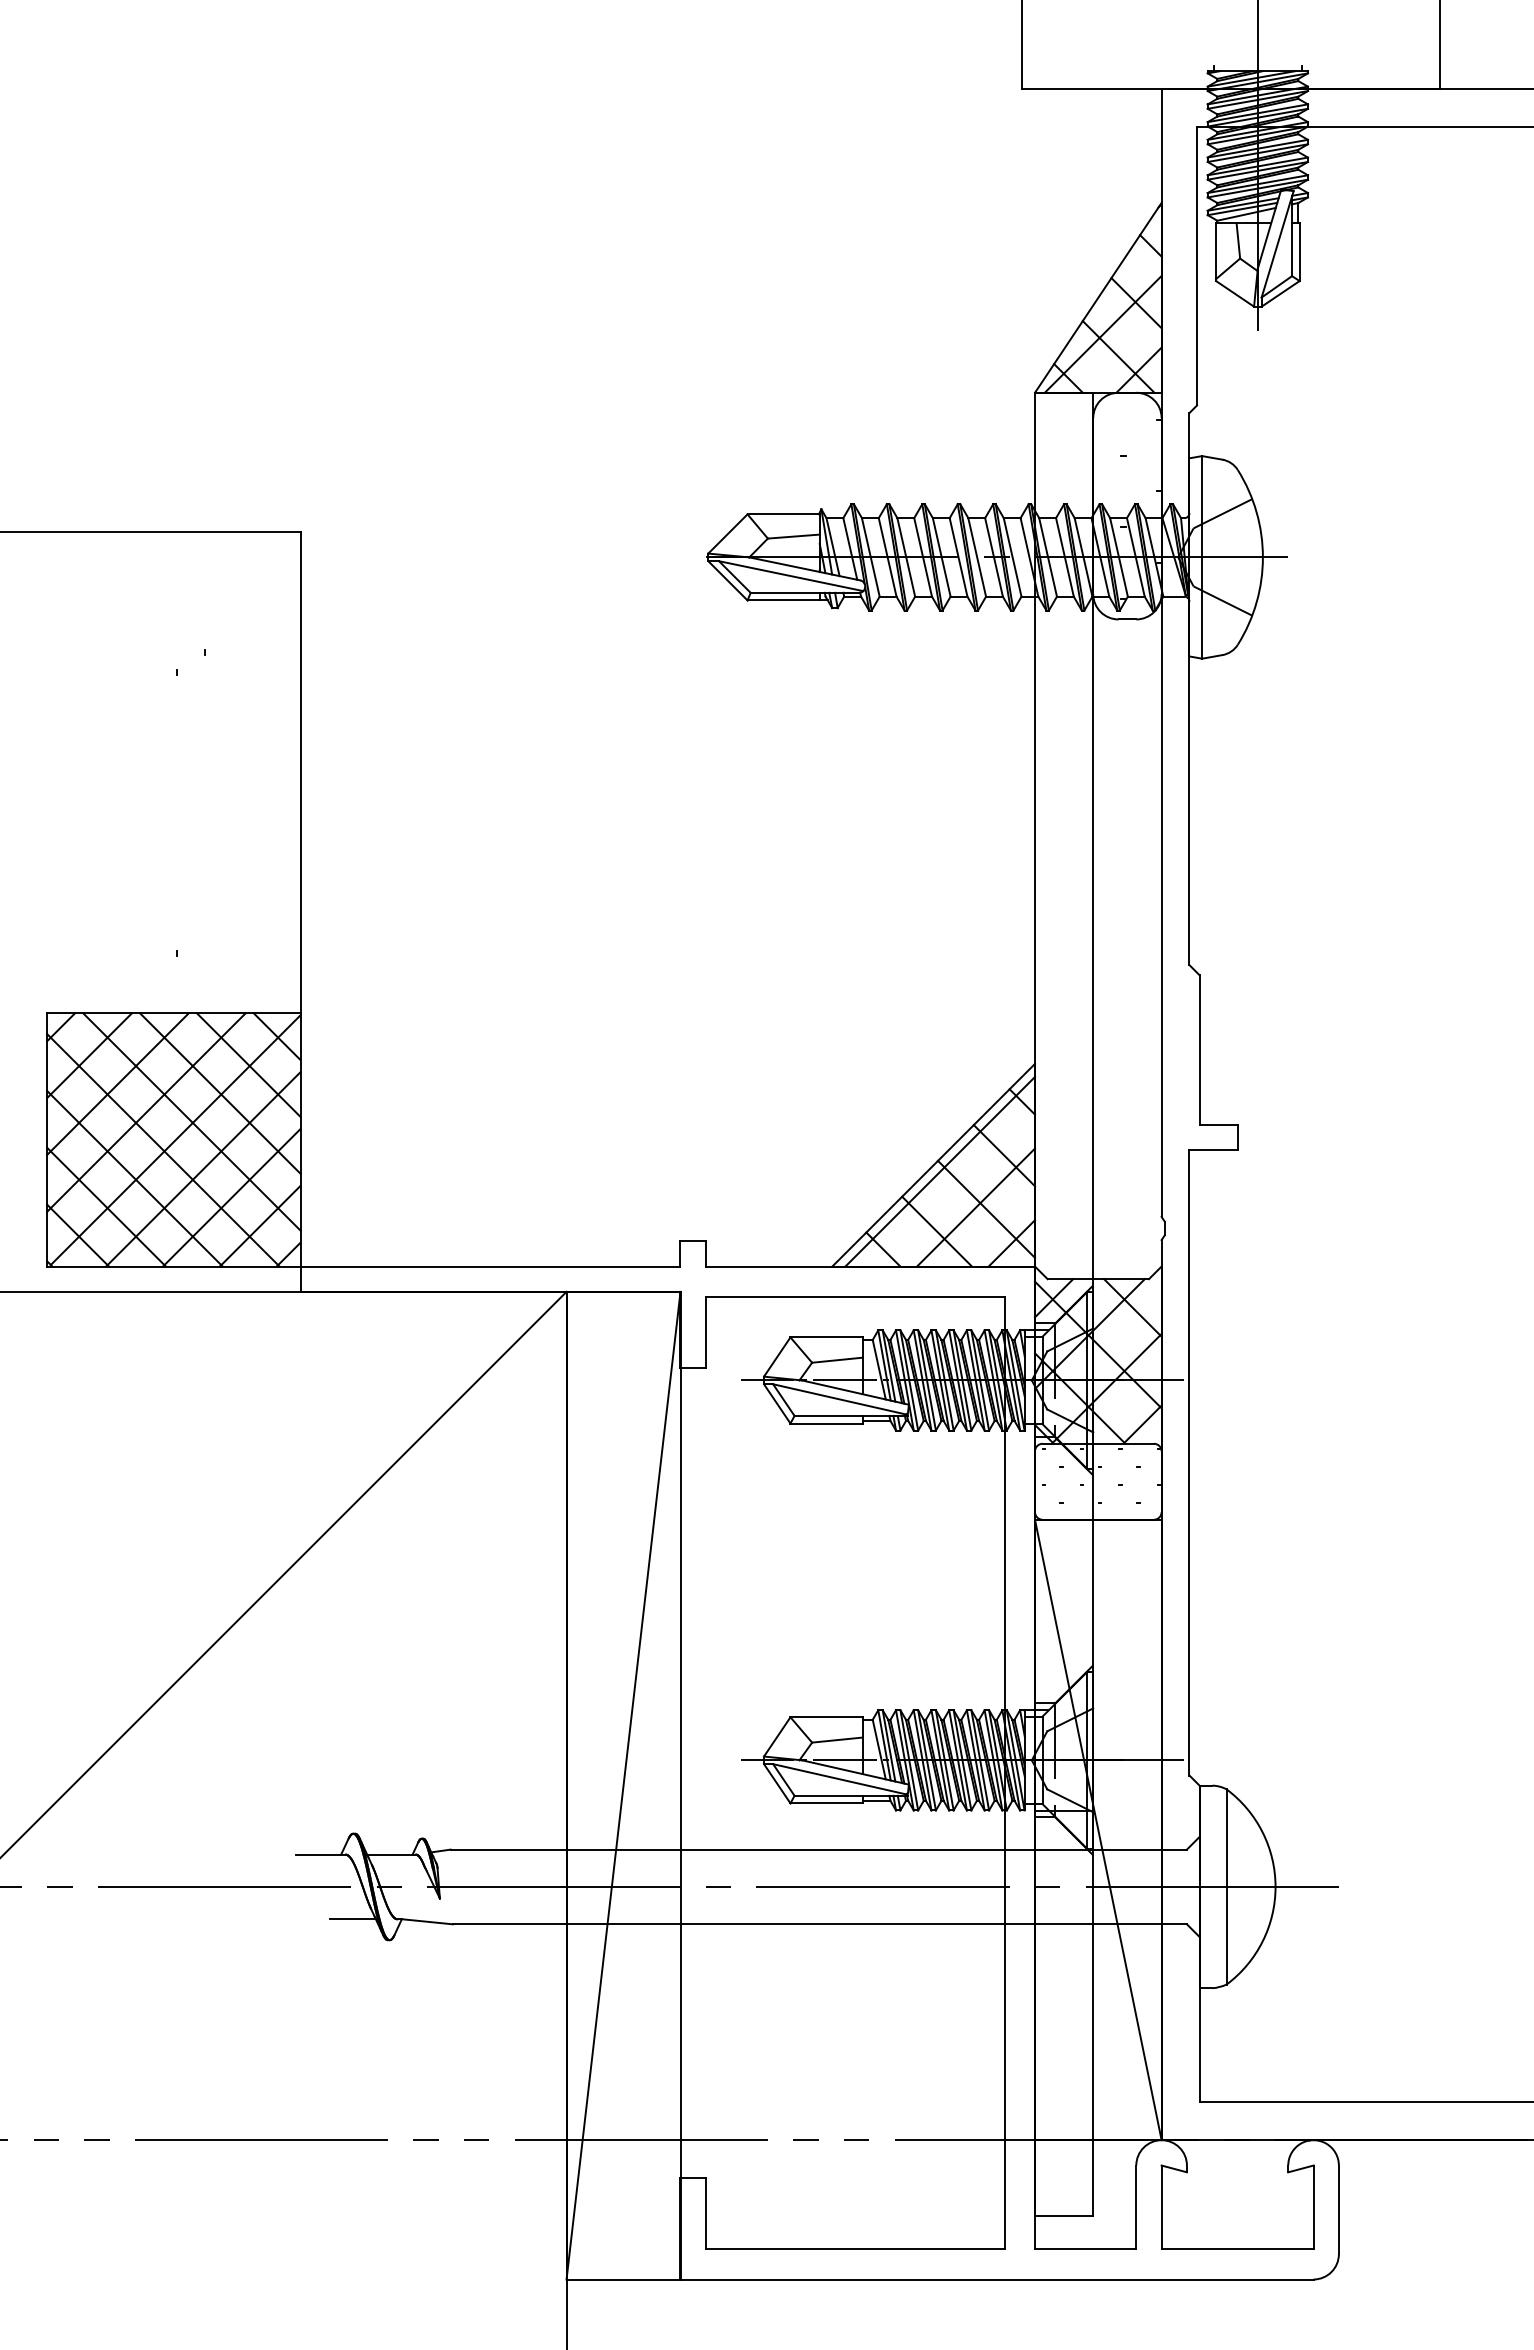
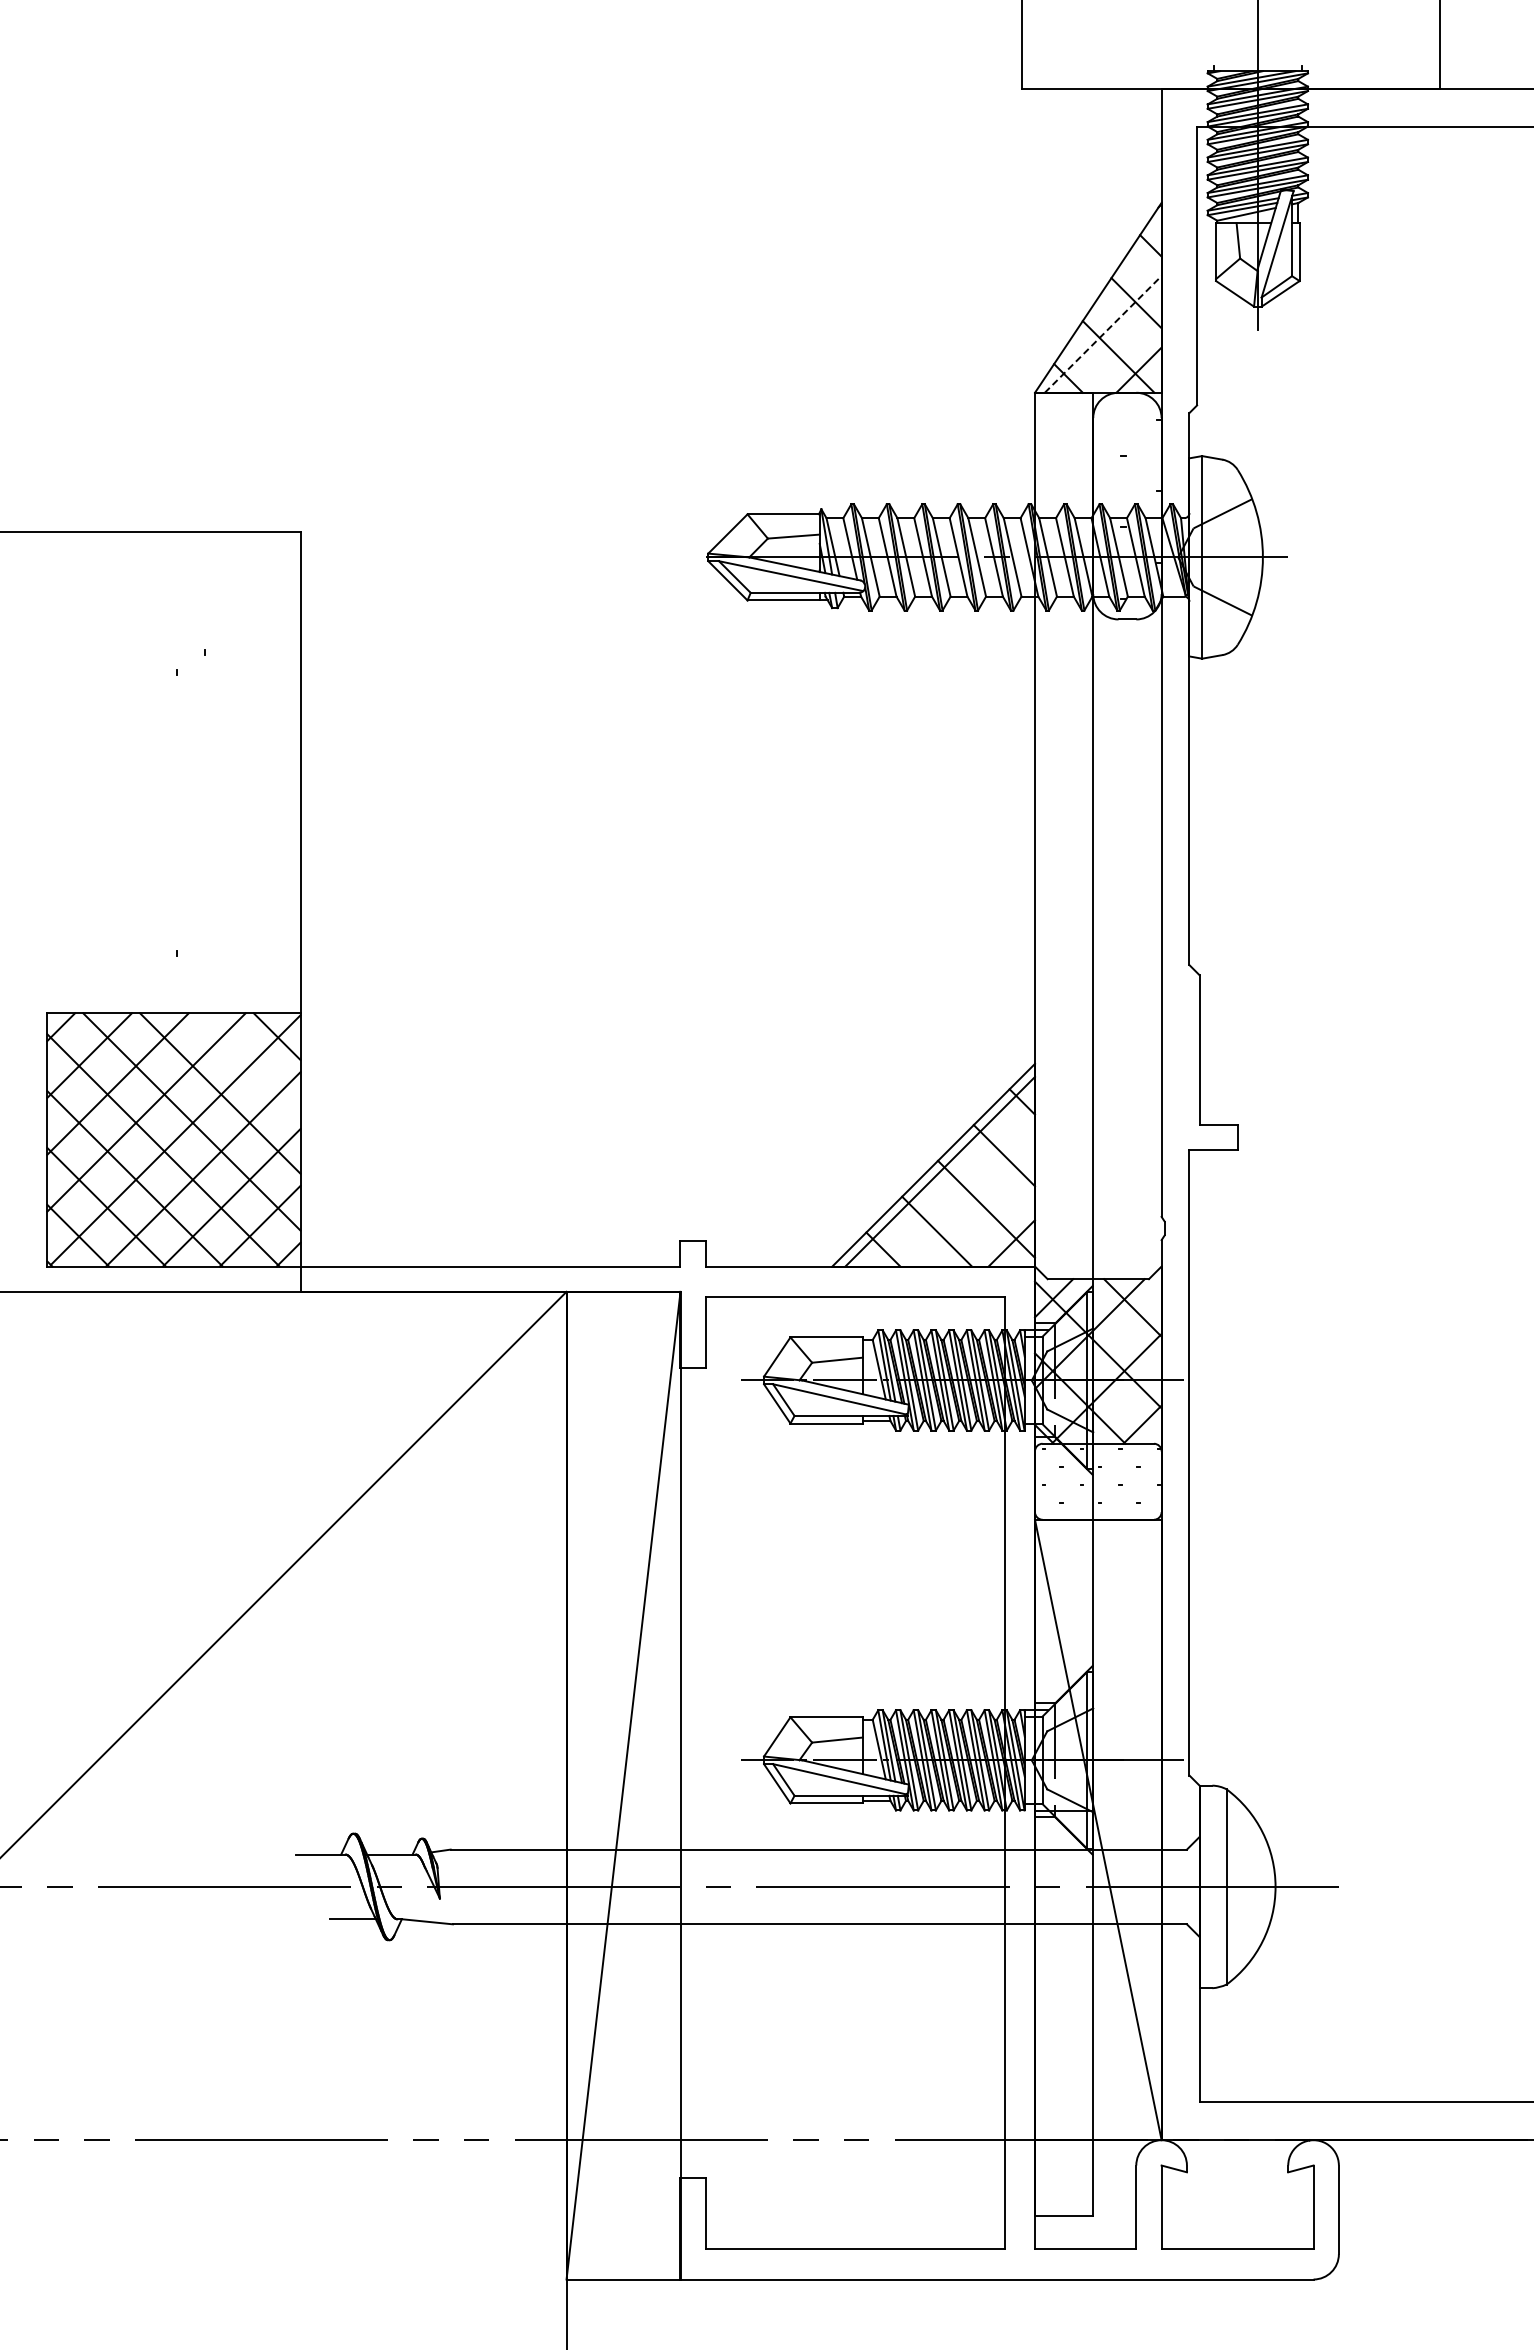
line at (1103, 334): solid -> dashed
line at (248, 1064): present -> none
line at (976, 1207): present -> none
